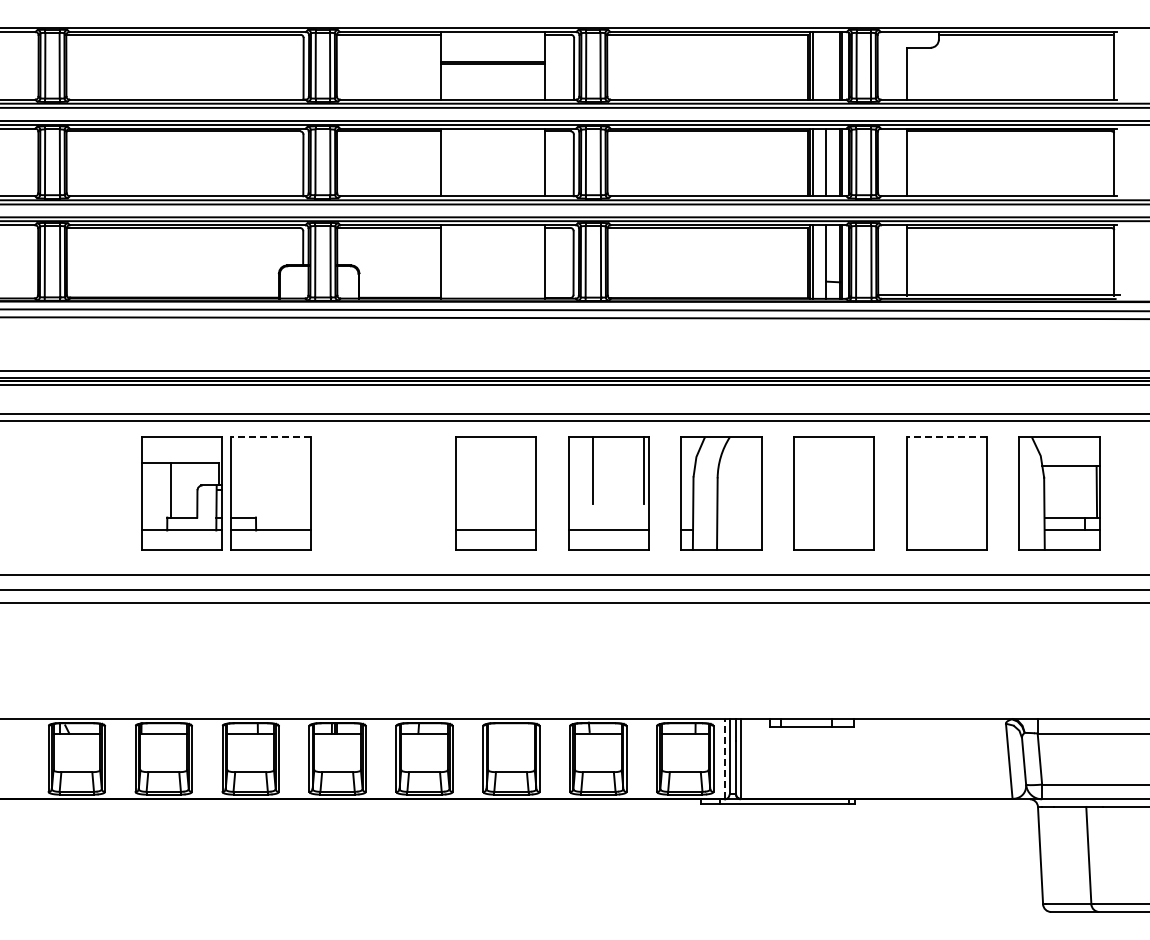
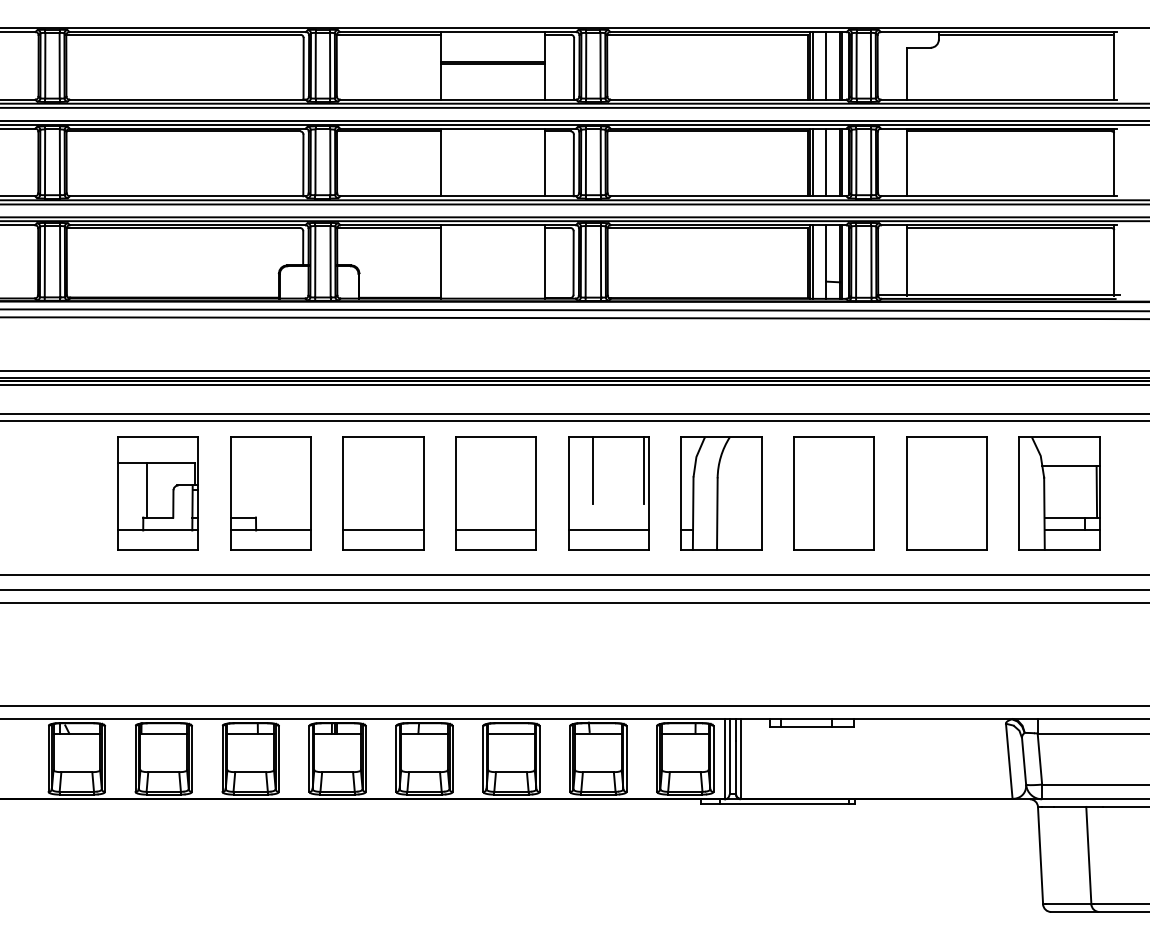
line at (826, 65): none -> present
line at (270, 437): dashed -> solid
line at (946, 437): dashed -> solid
part at (181, 493) position: (181, 493) -> (157, 493)
part at (383, 493): none -> present
line at (574, 705): none -> present
line at (511, 733): none -> present
line at (724, 759): dashed -> solid
